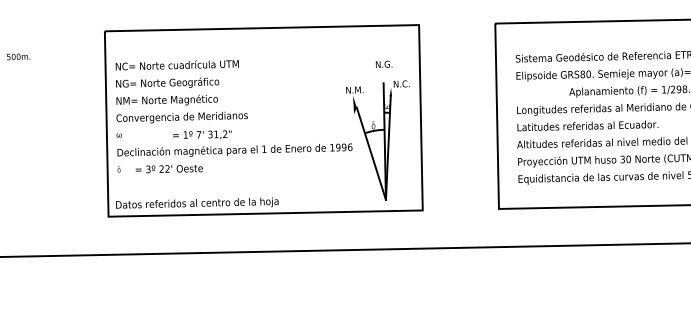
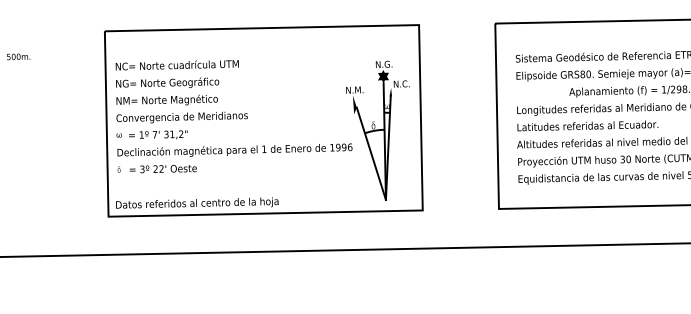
fill at (383, 76): none -> present
text at (202, 134) position: (202, 134) -> (158, 134)
text at (168, 169) position: (168, 169) -> (162, 169)
